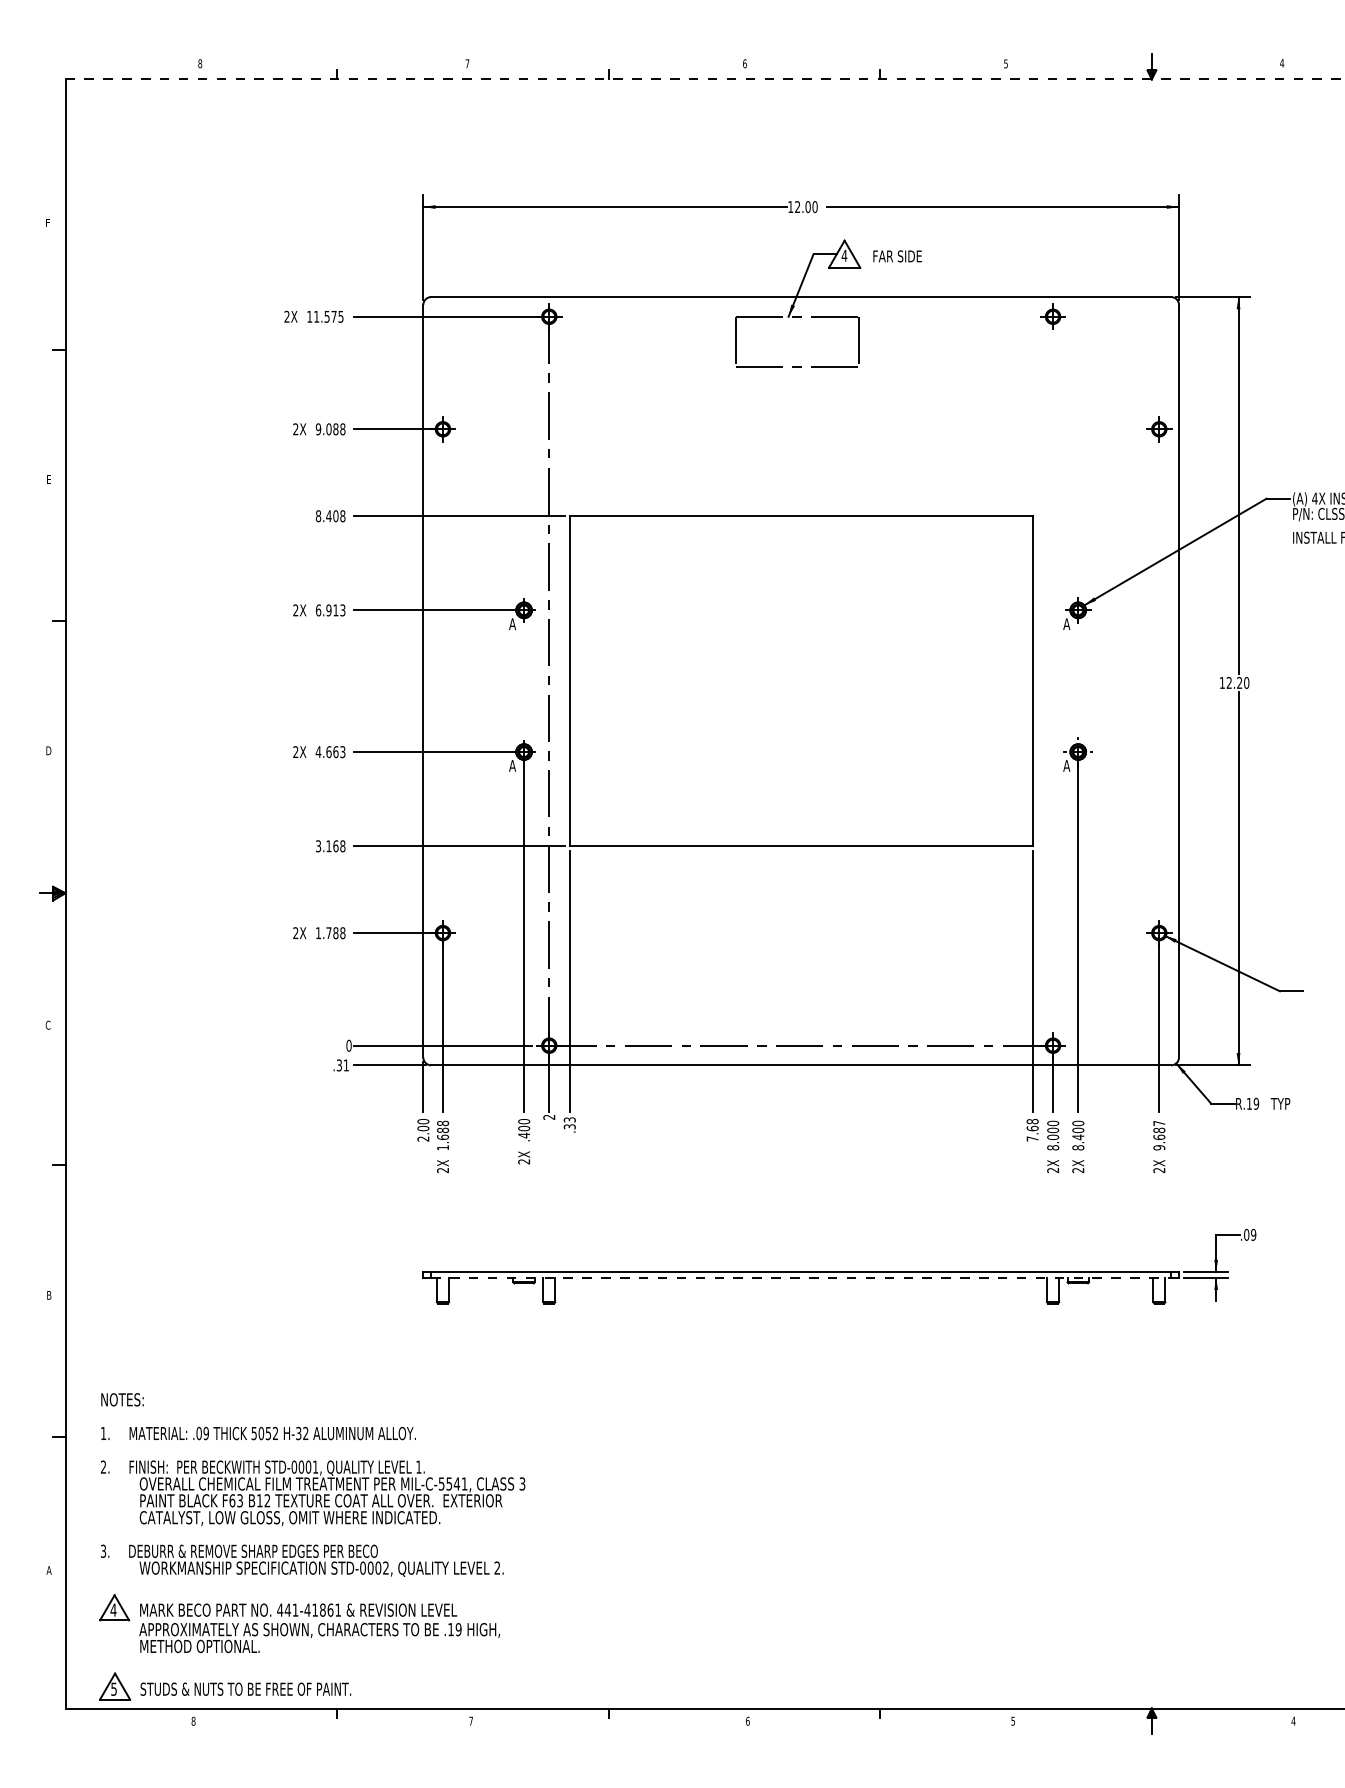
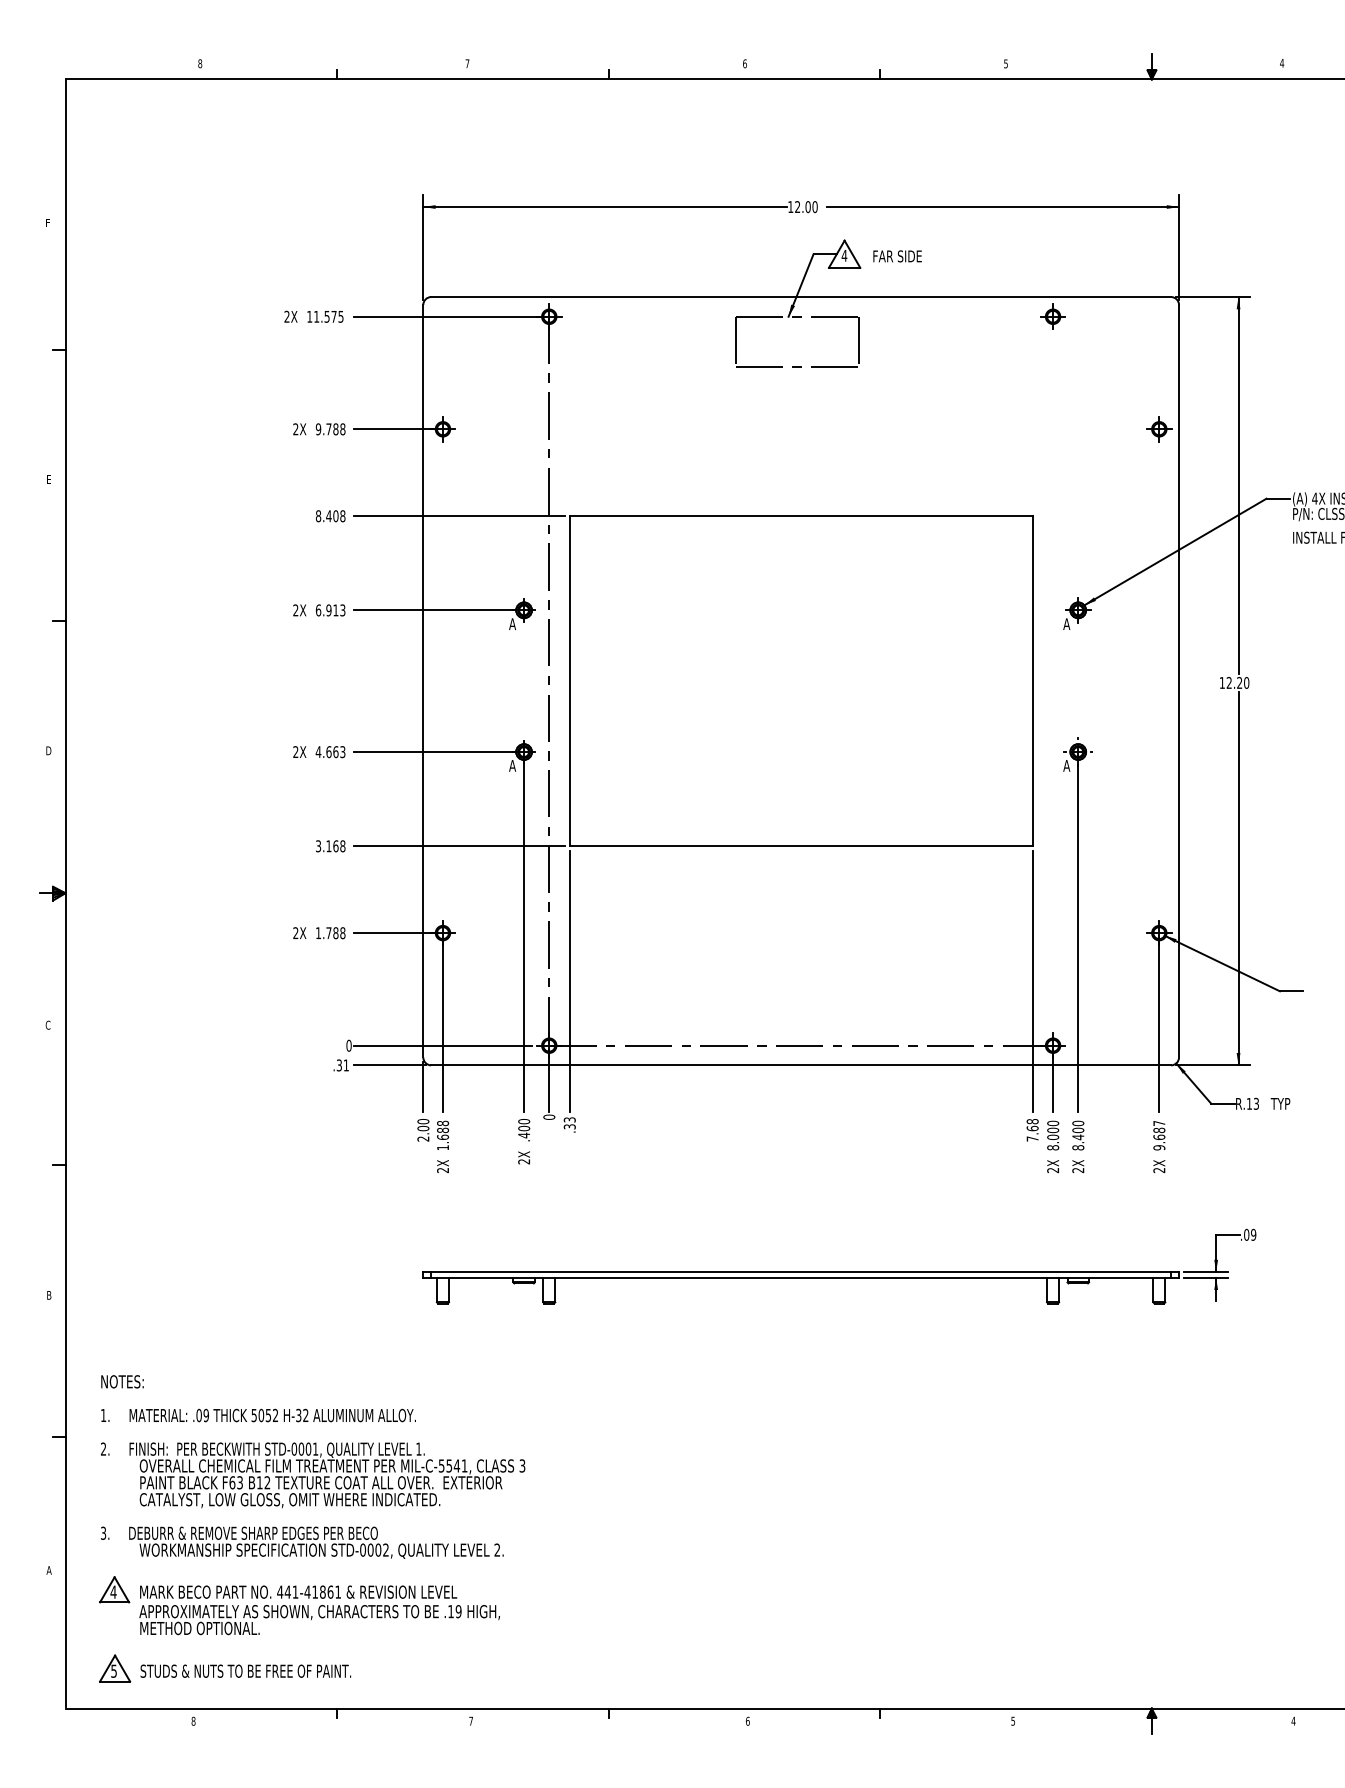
line at (705, 79): dashed -> solid
text at (328, 429): 9.088 -> 9.788
text at (1256, 1103): R.19 -> R.13
text at (549, 1116): 2 -> 0
line at (801, 1277): dashed -> solid
part at (312, 1546) position: (312, 1546) -> (312, 1528)
